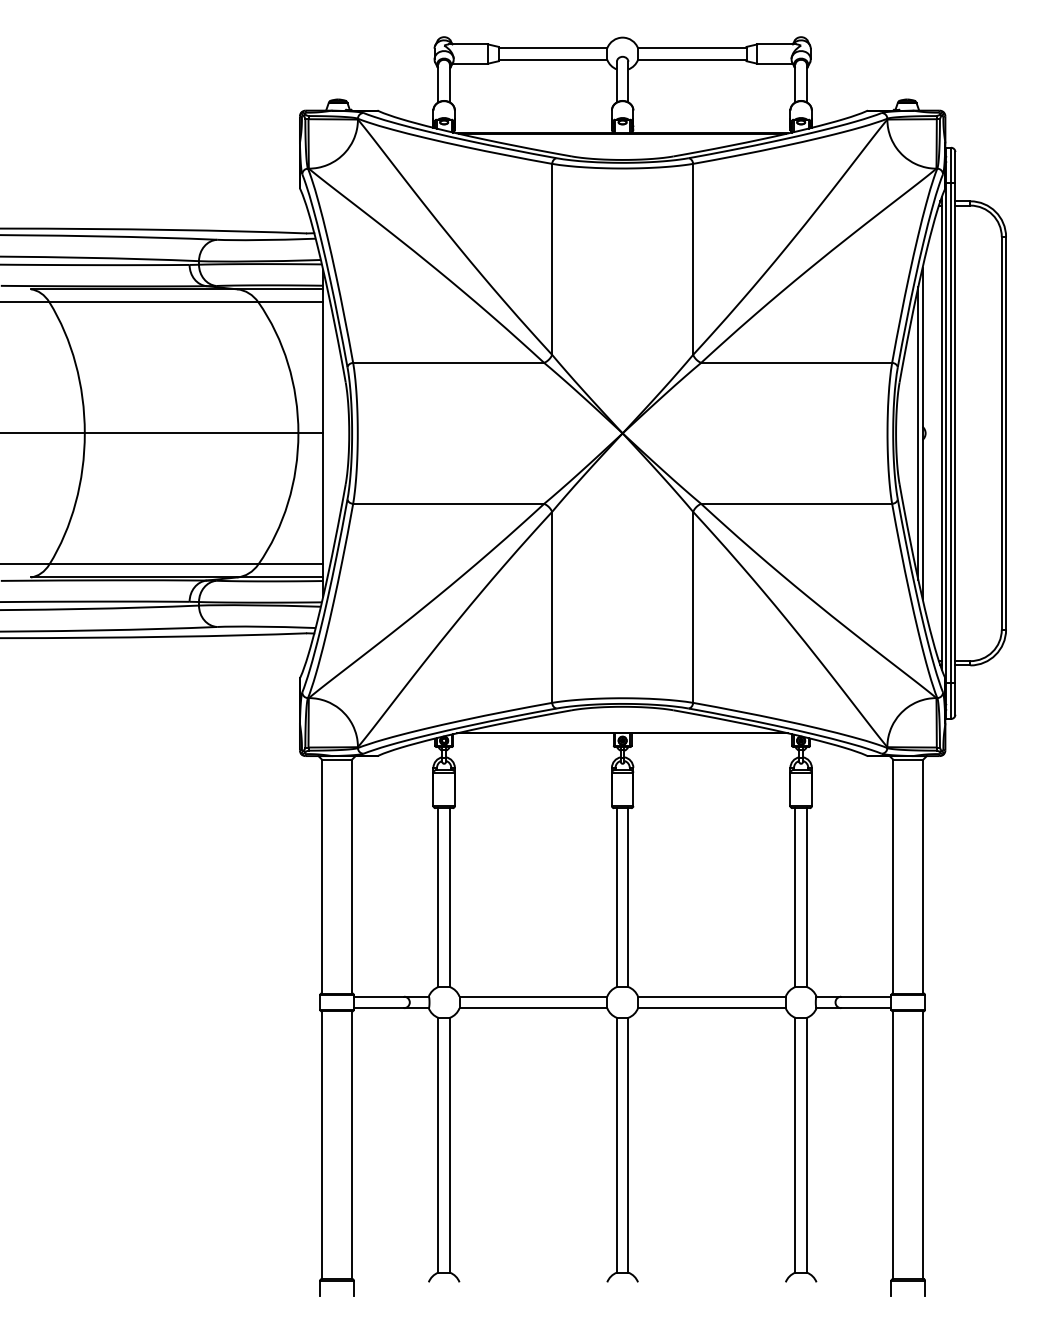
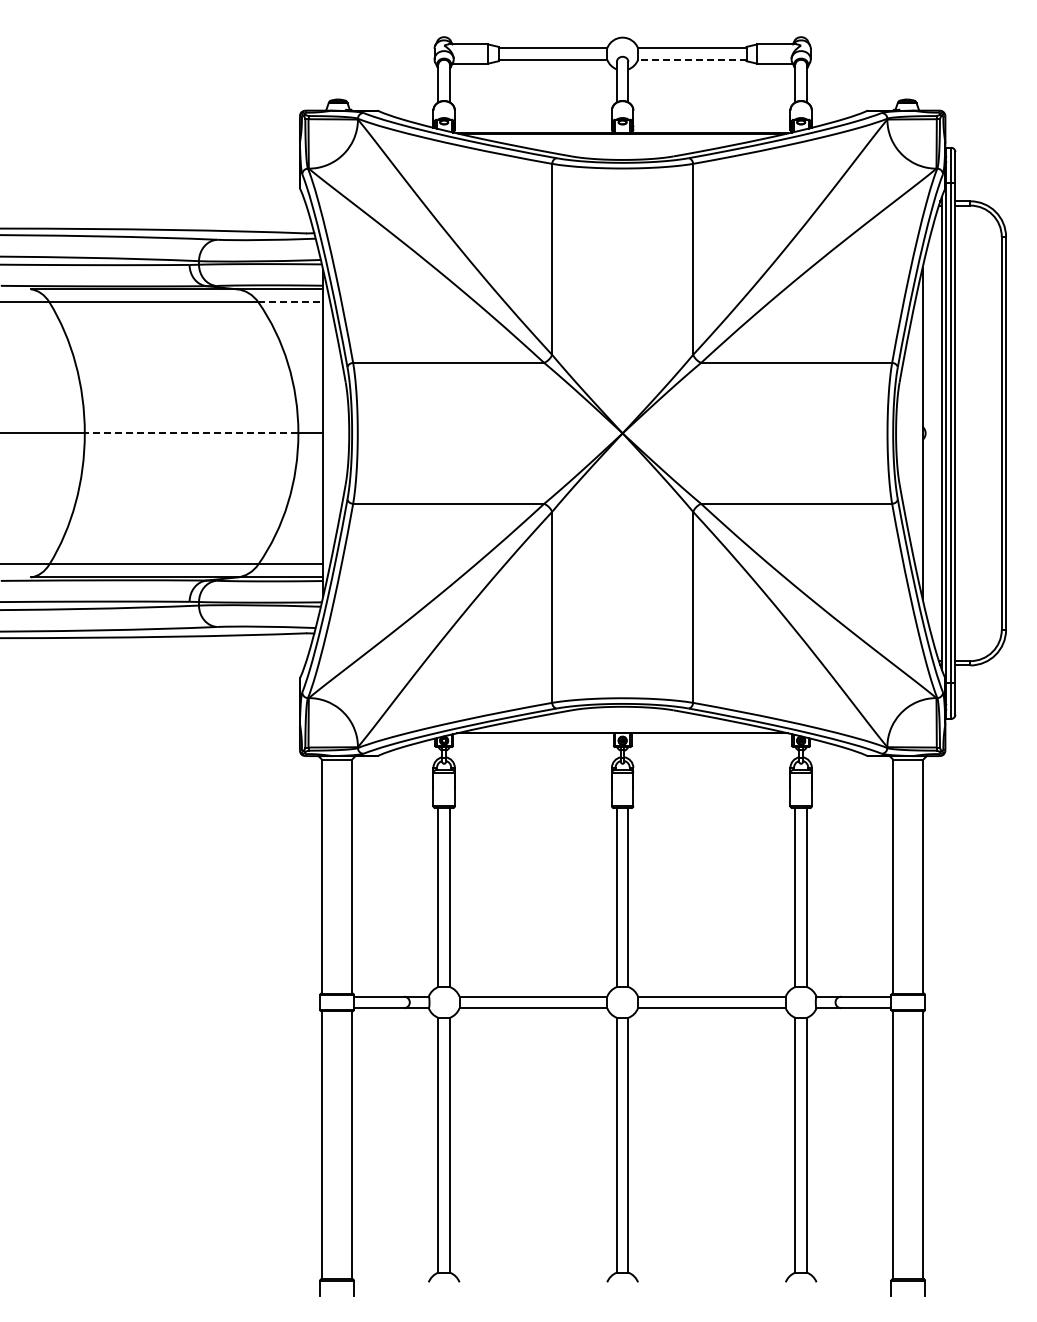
line at (691, 59): solid -> dashed
line at (291, 302): solid -> dashed
line at (191, 433): solid -> dashed
line at (918, 433): present -> none
